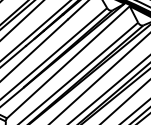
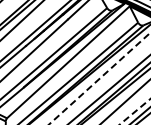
line at (99, 78): solid -> dashed
arc at (134, 112): solid -> dashed
